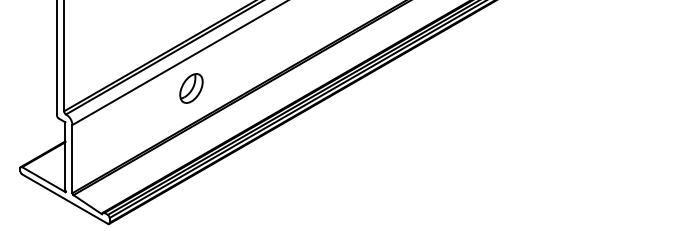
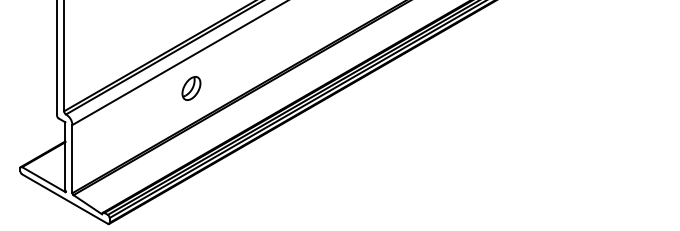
part at (191, 88) size: 25x31 px -> 21x25 px
